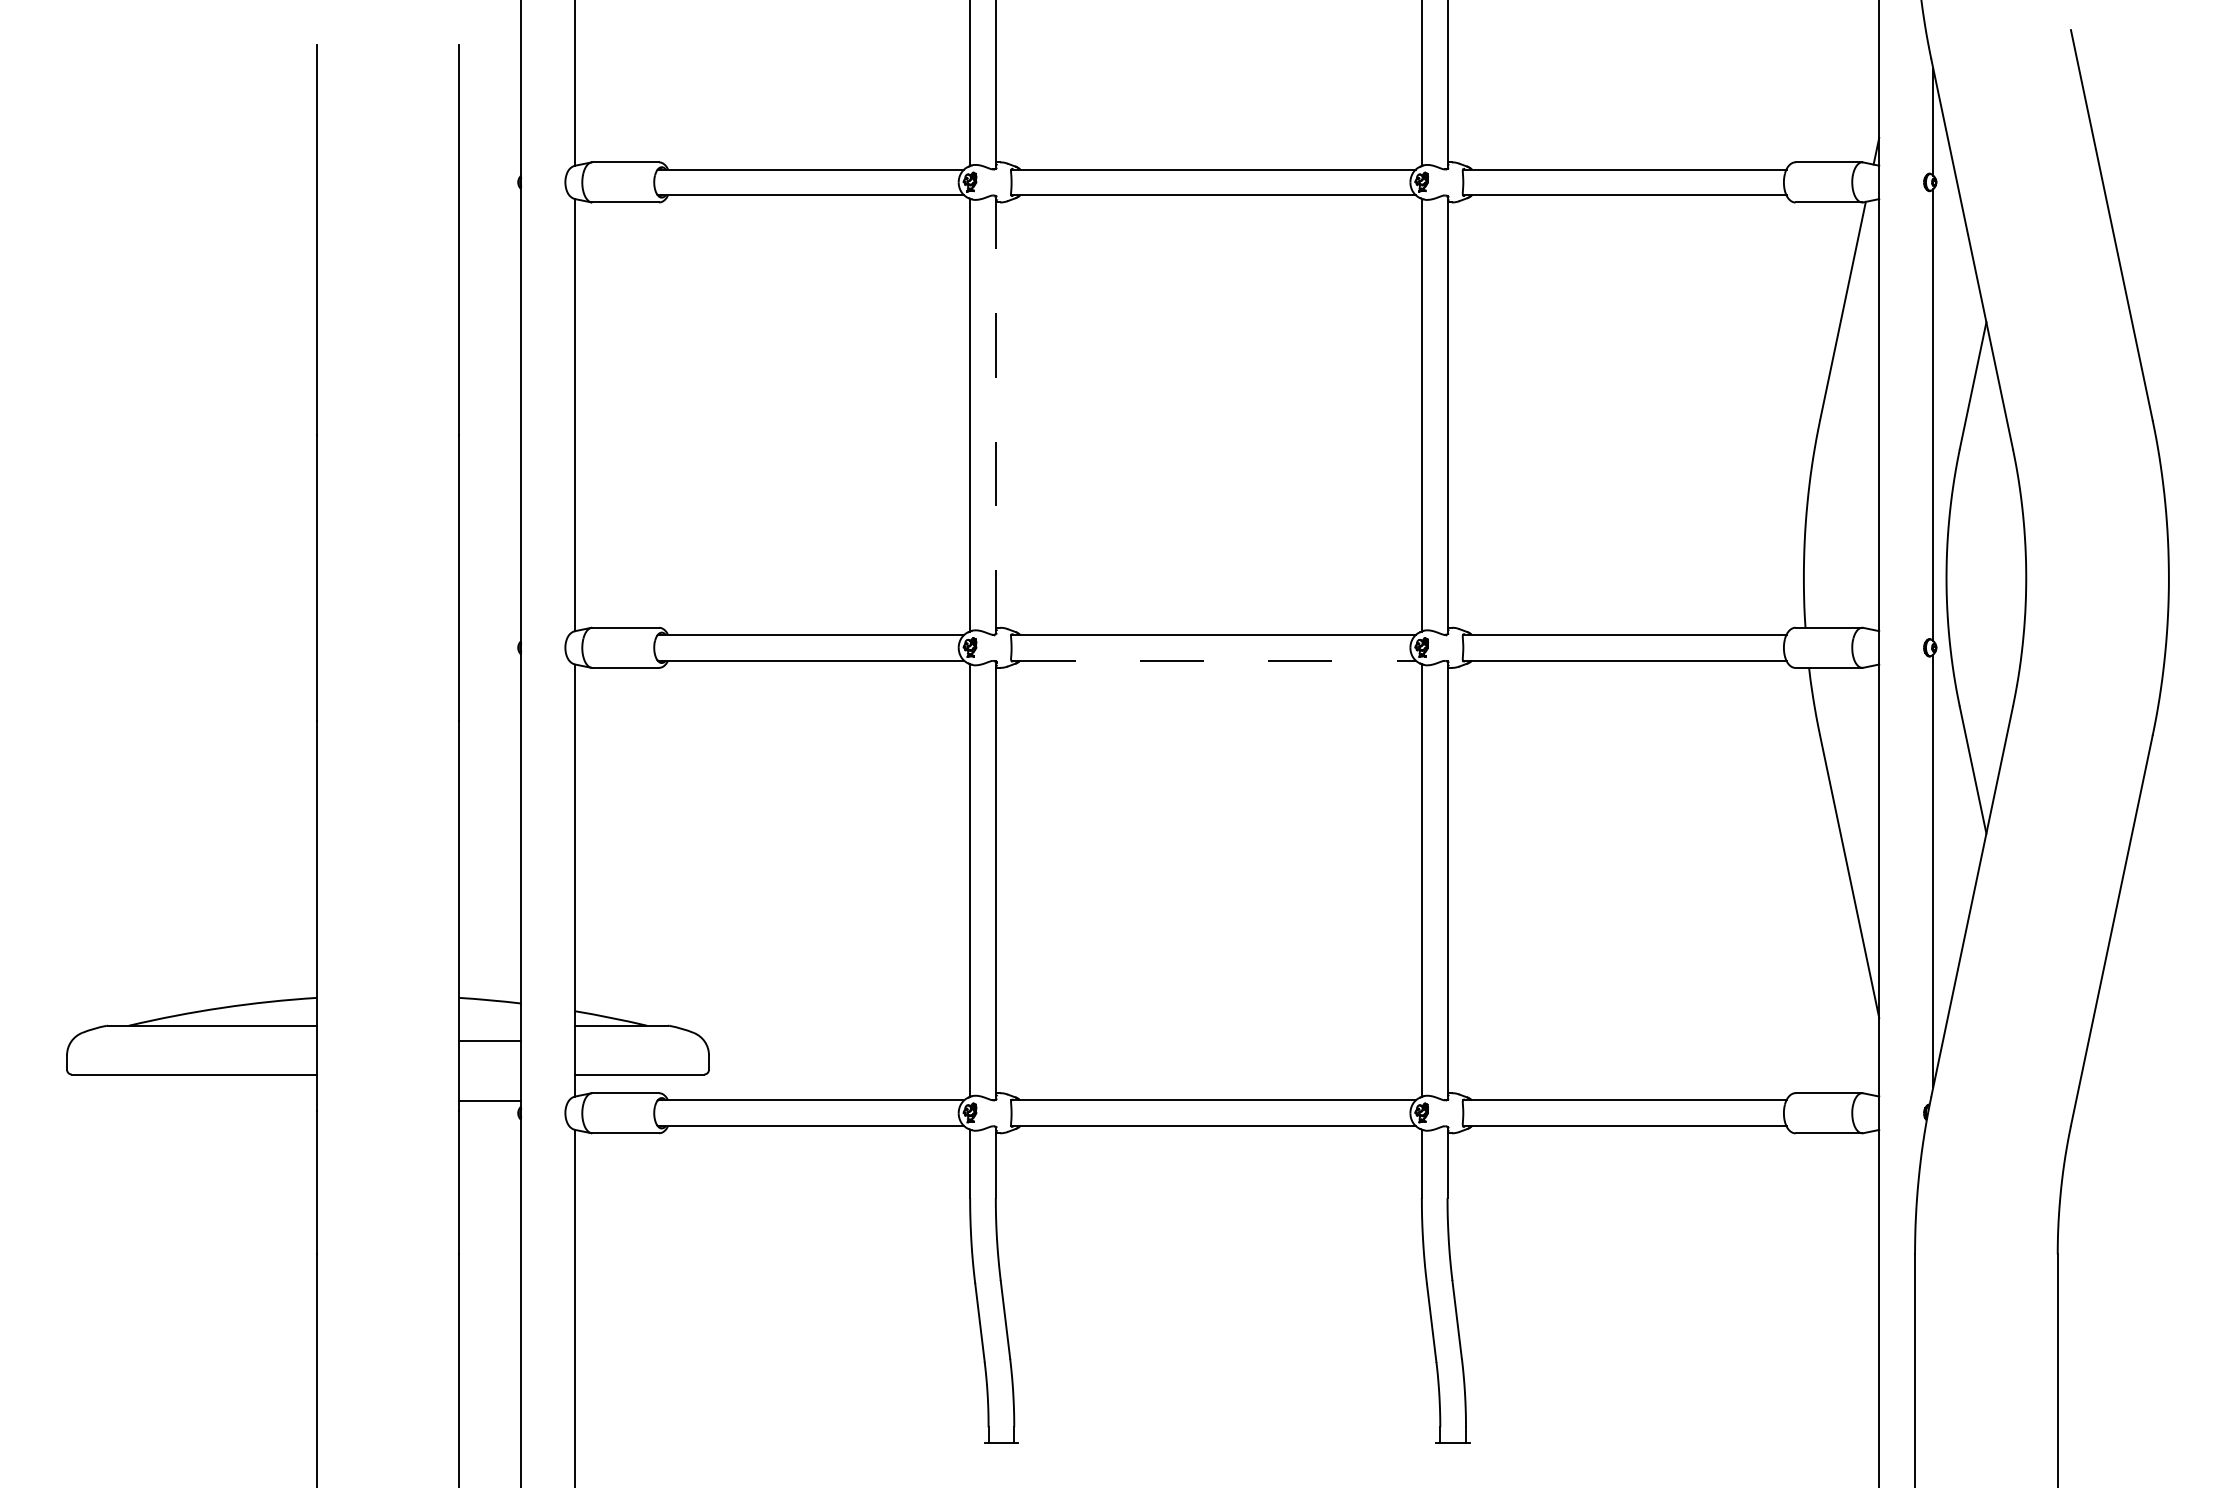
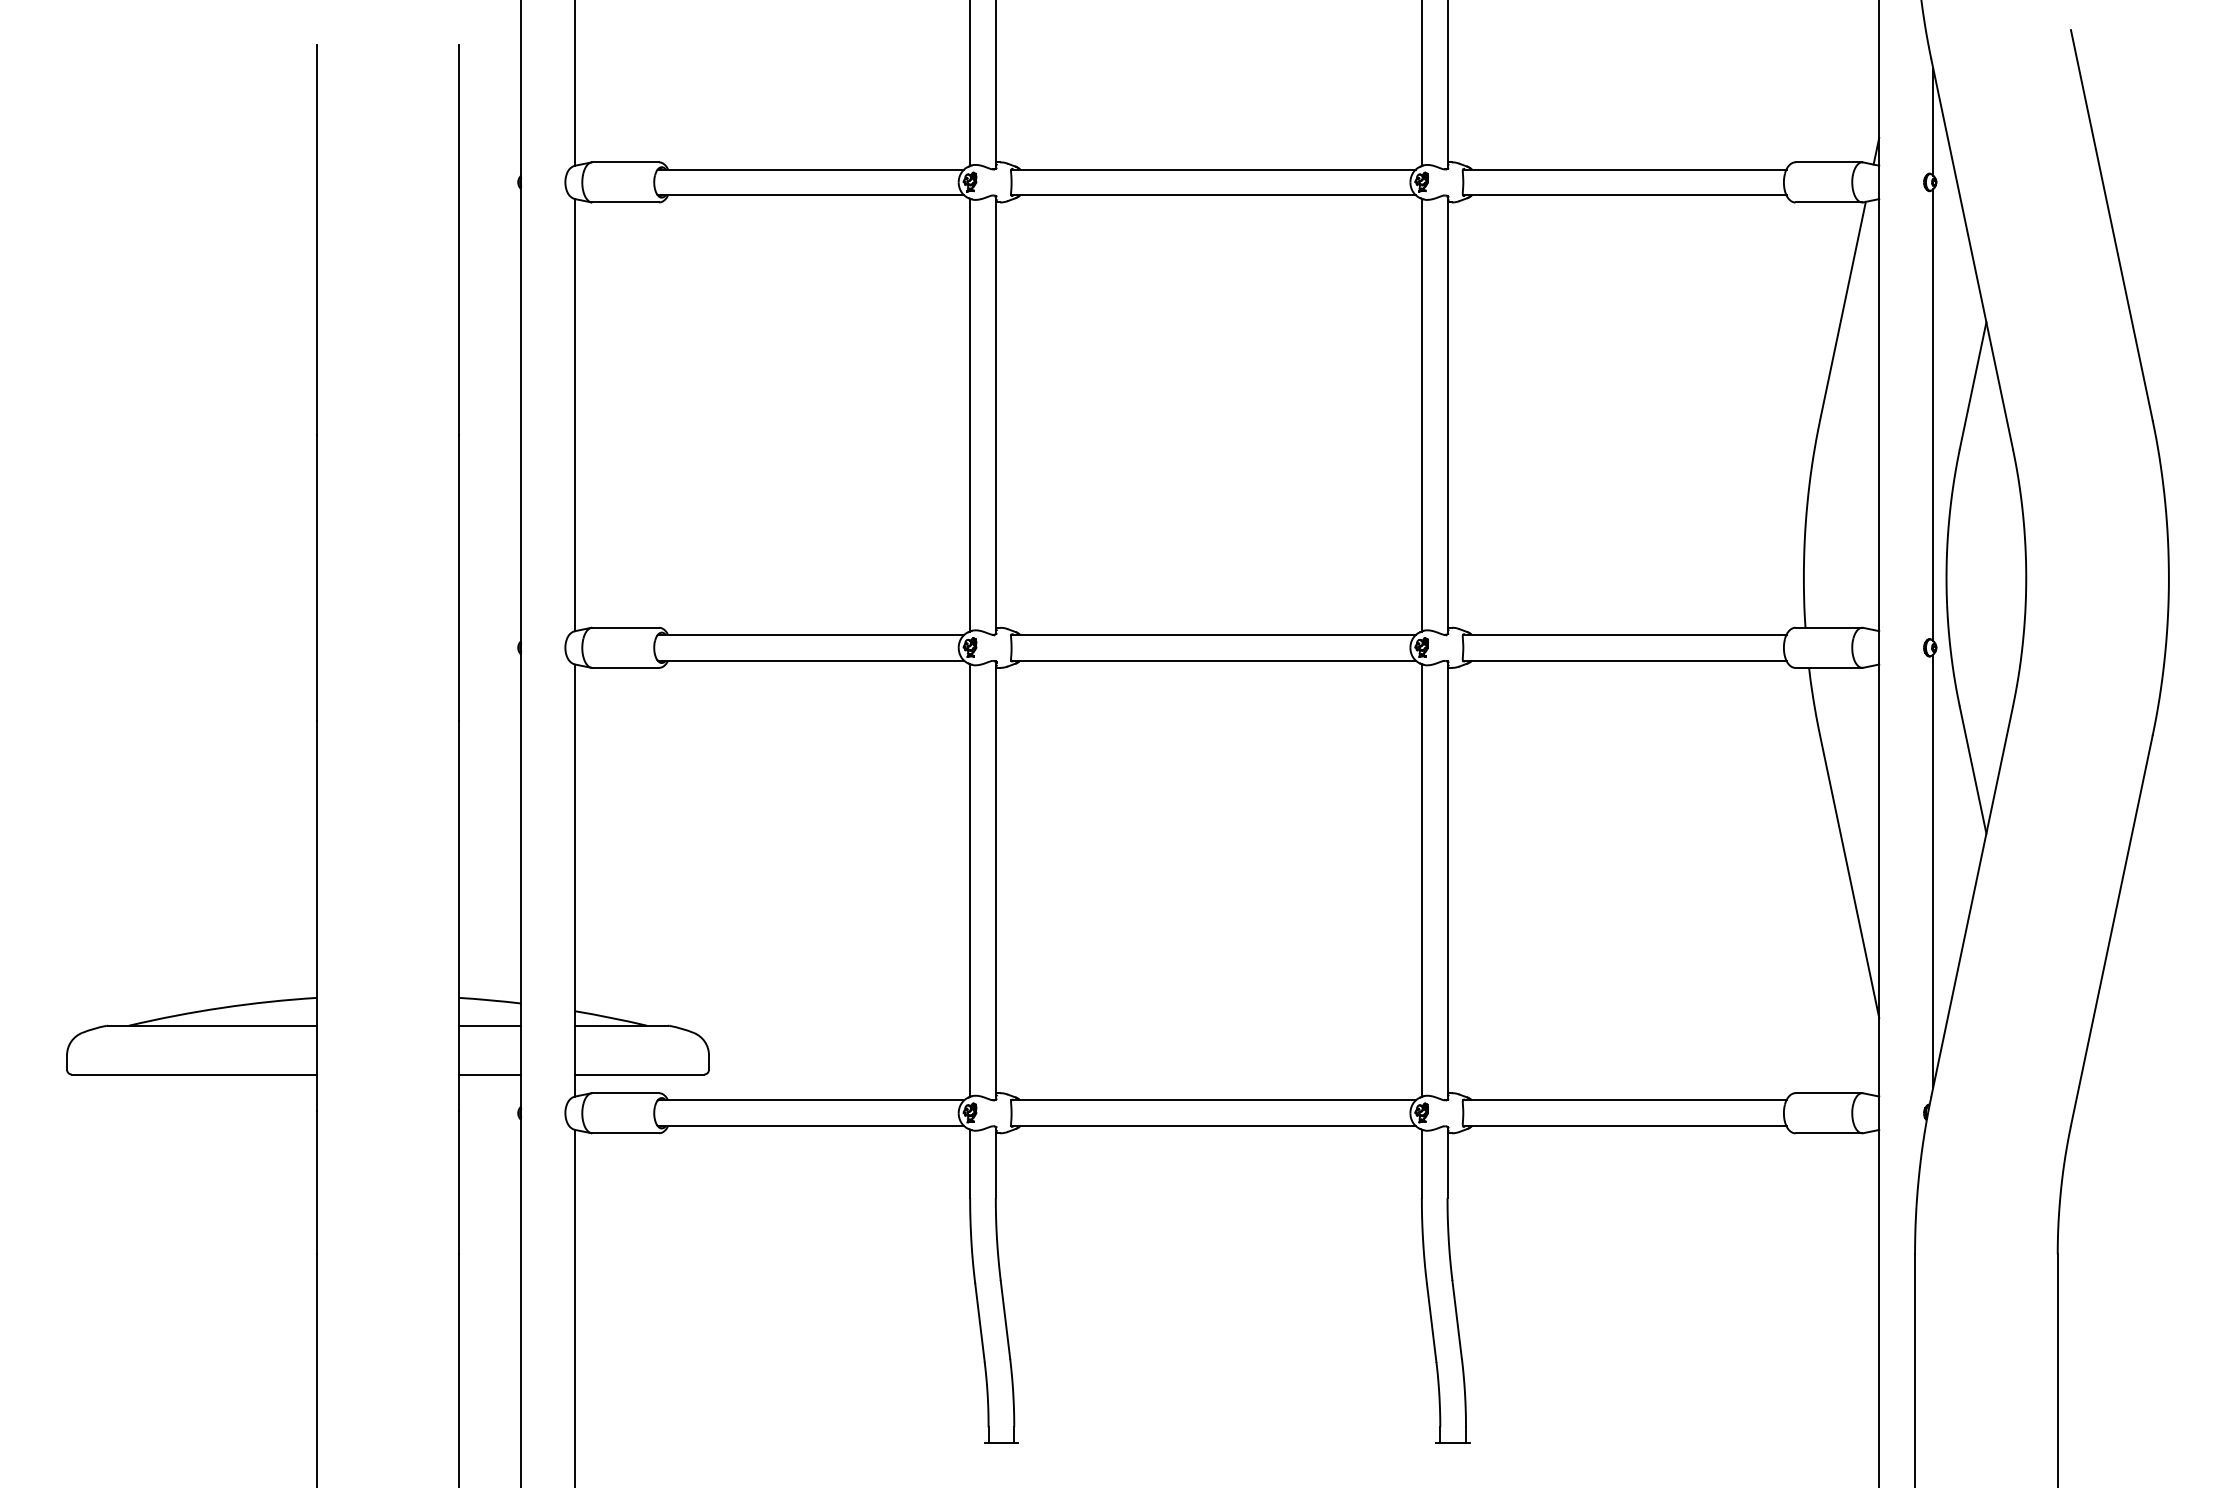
line at (995, 414): dashed -> solid
line at (1214, 660): dashed -> solid
line at (490, 1040) position: (490, 1040) -> (490, 1025)
line at (490, 1100) position: (490, 1100) -> (490, 1074)
